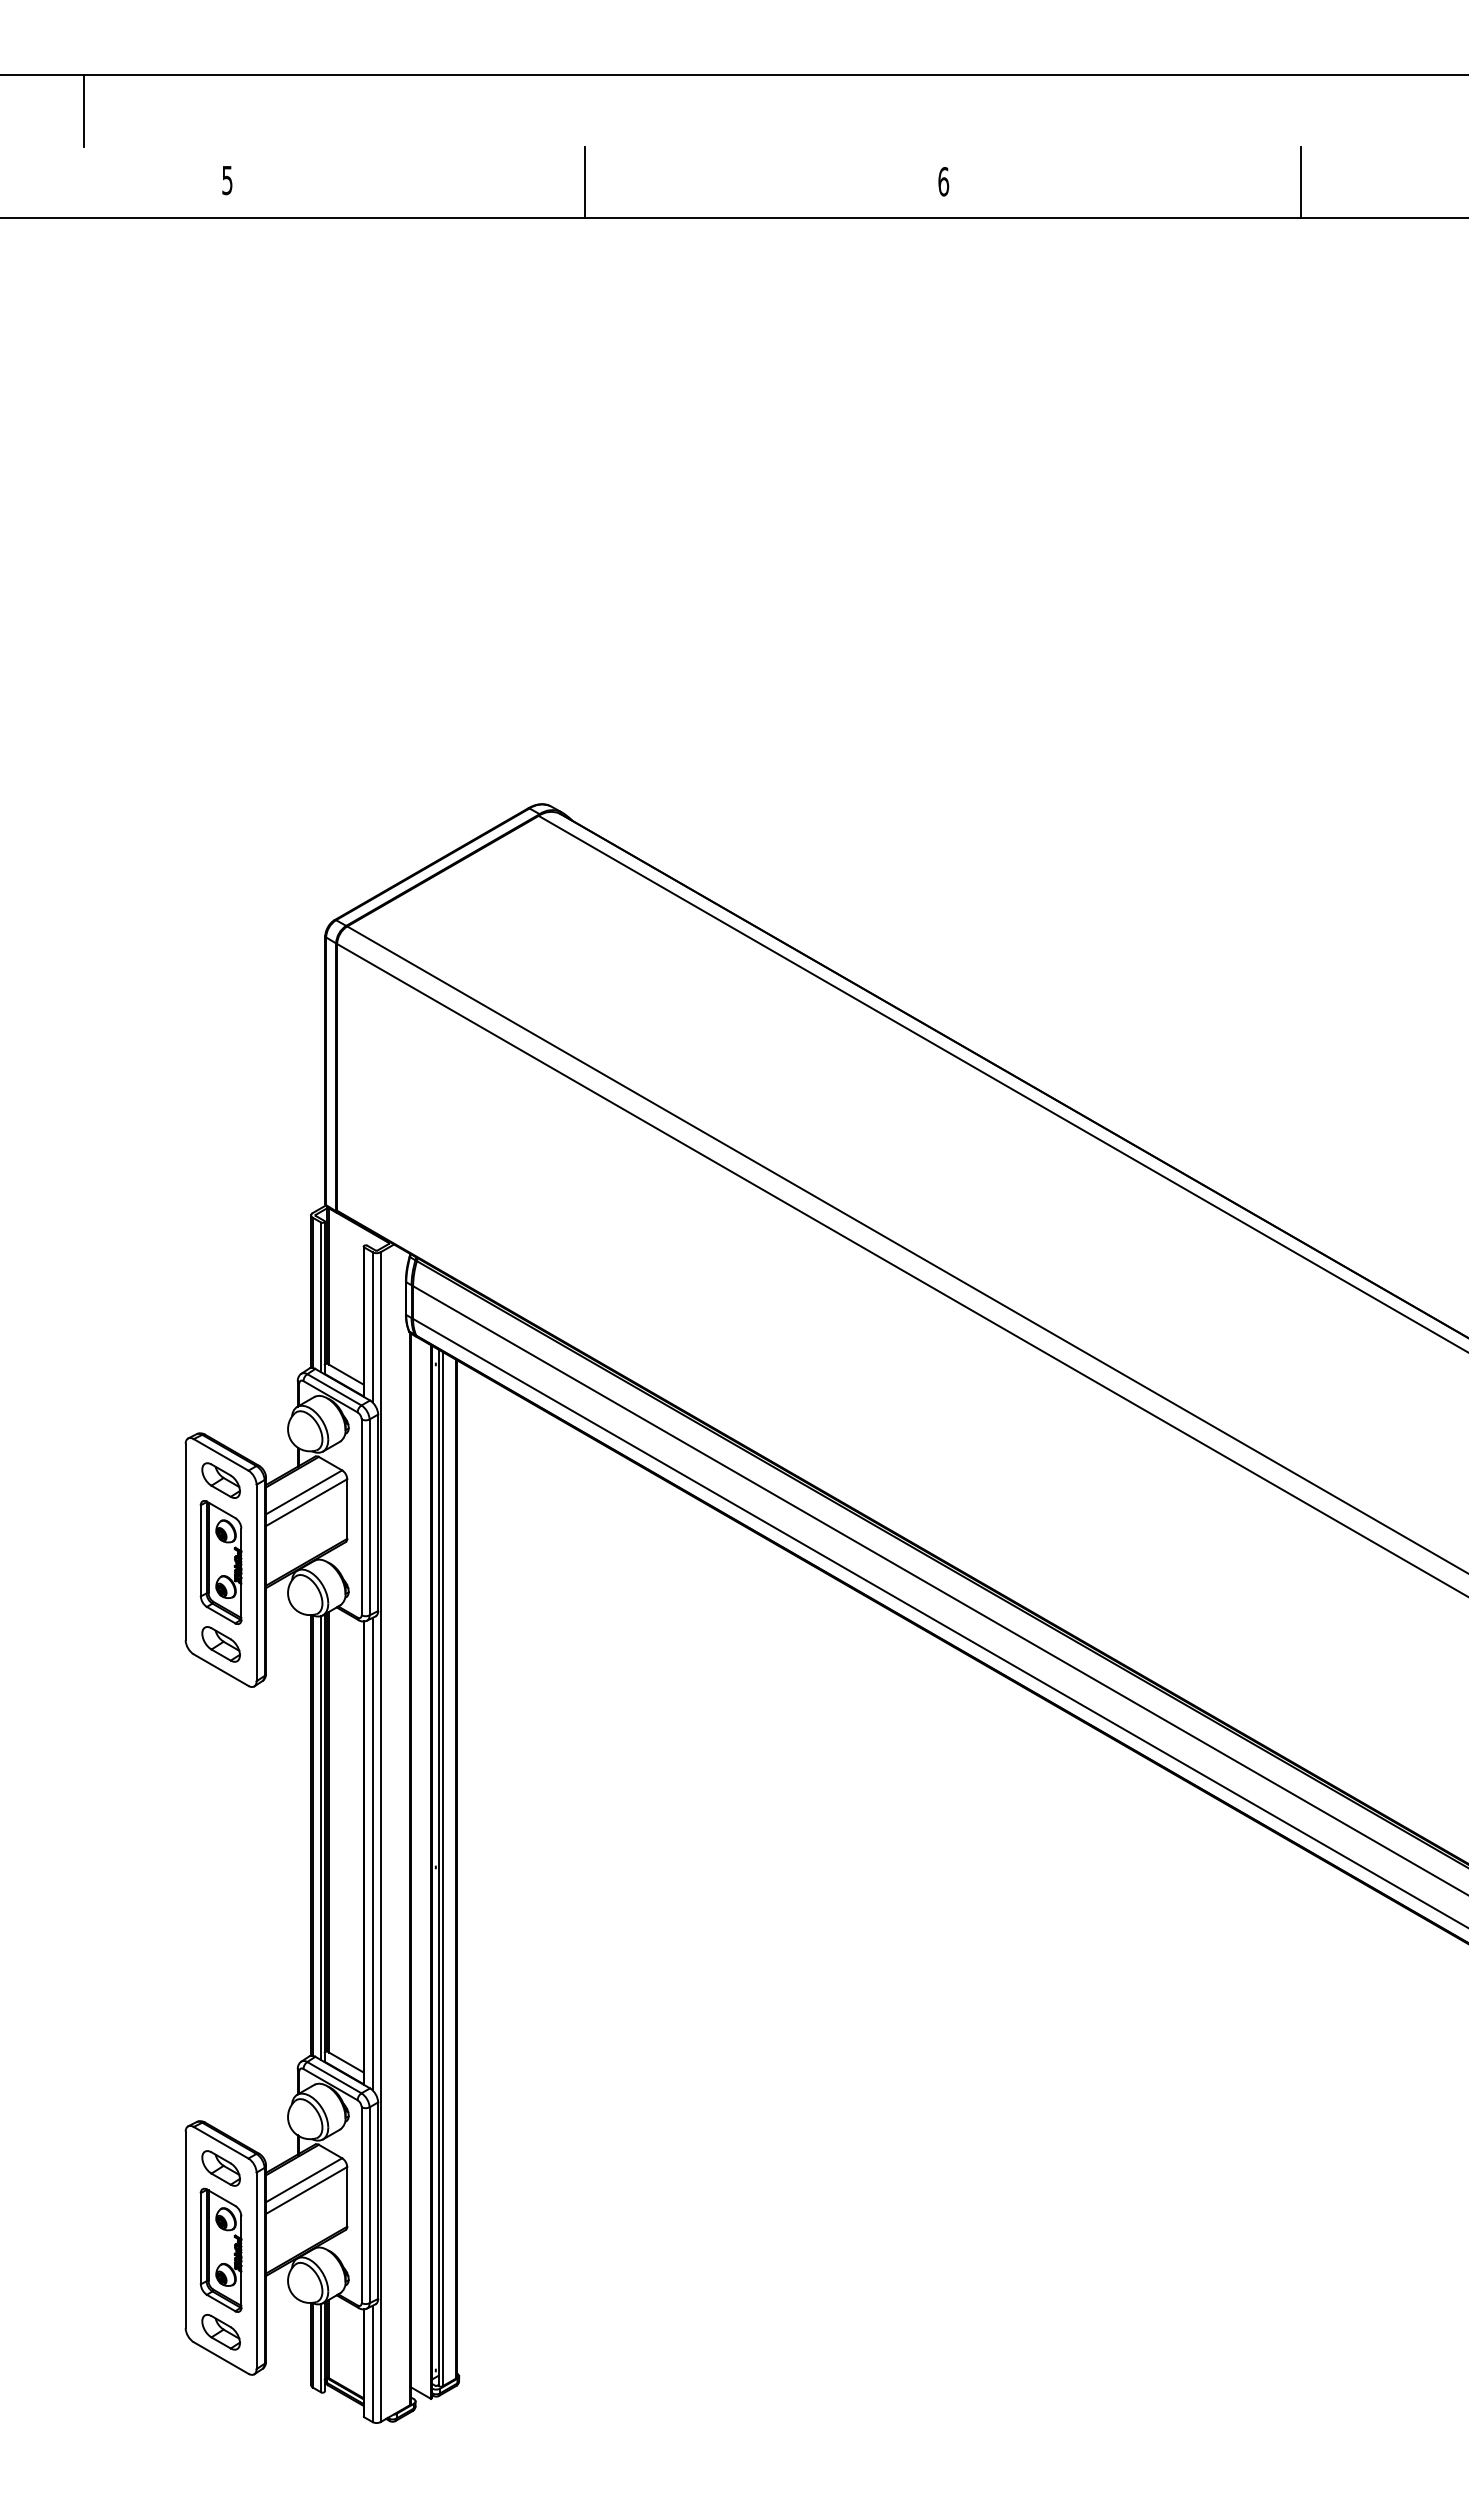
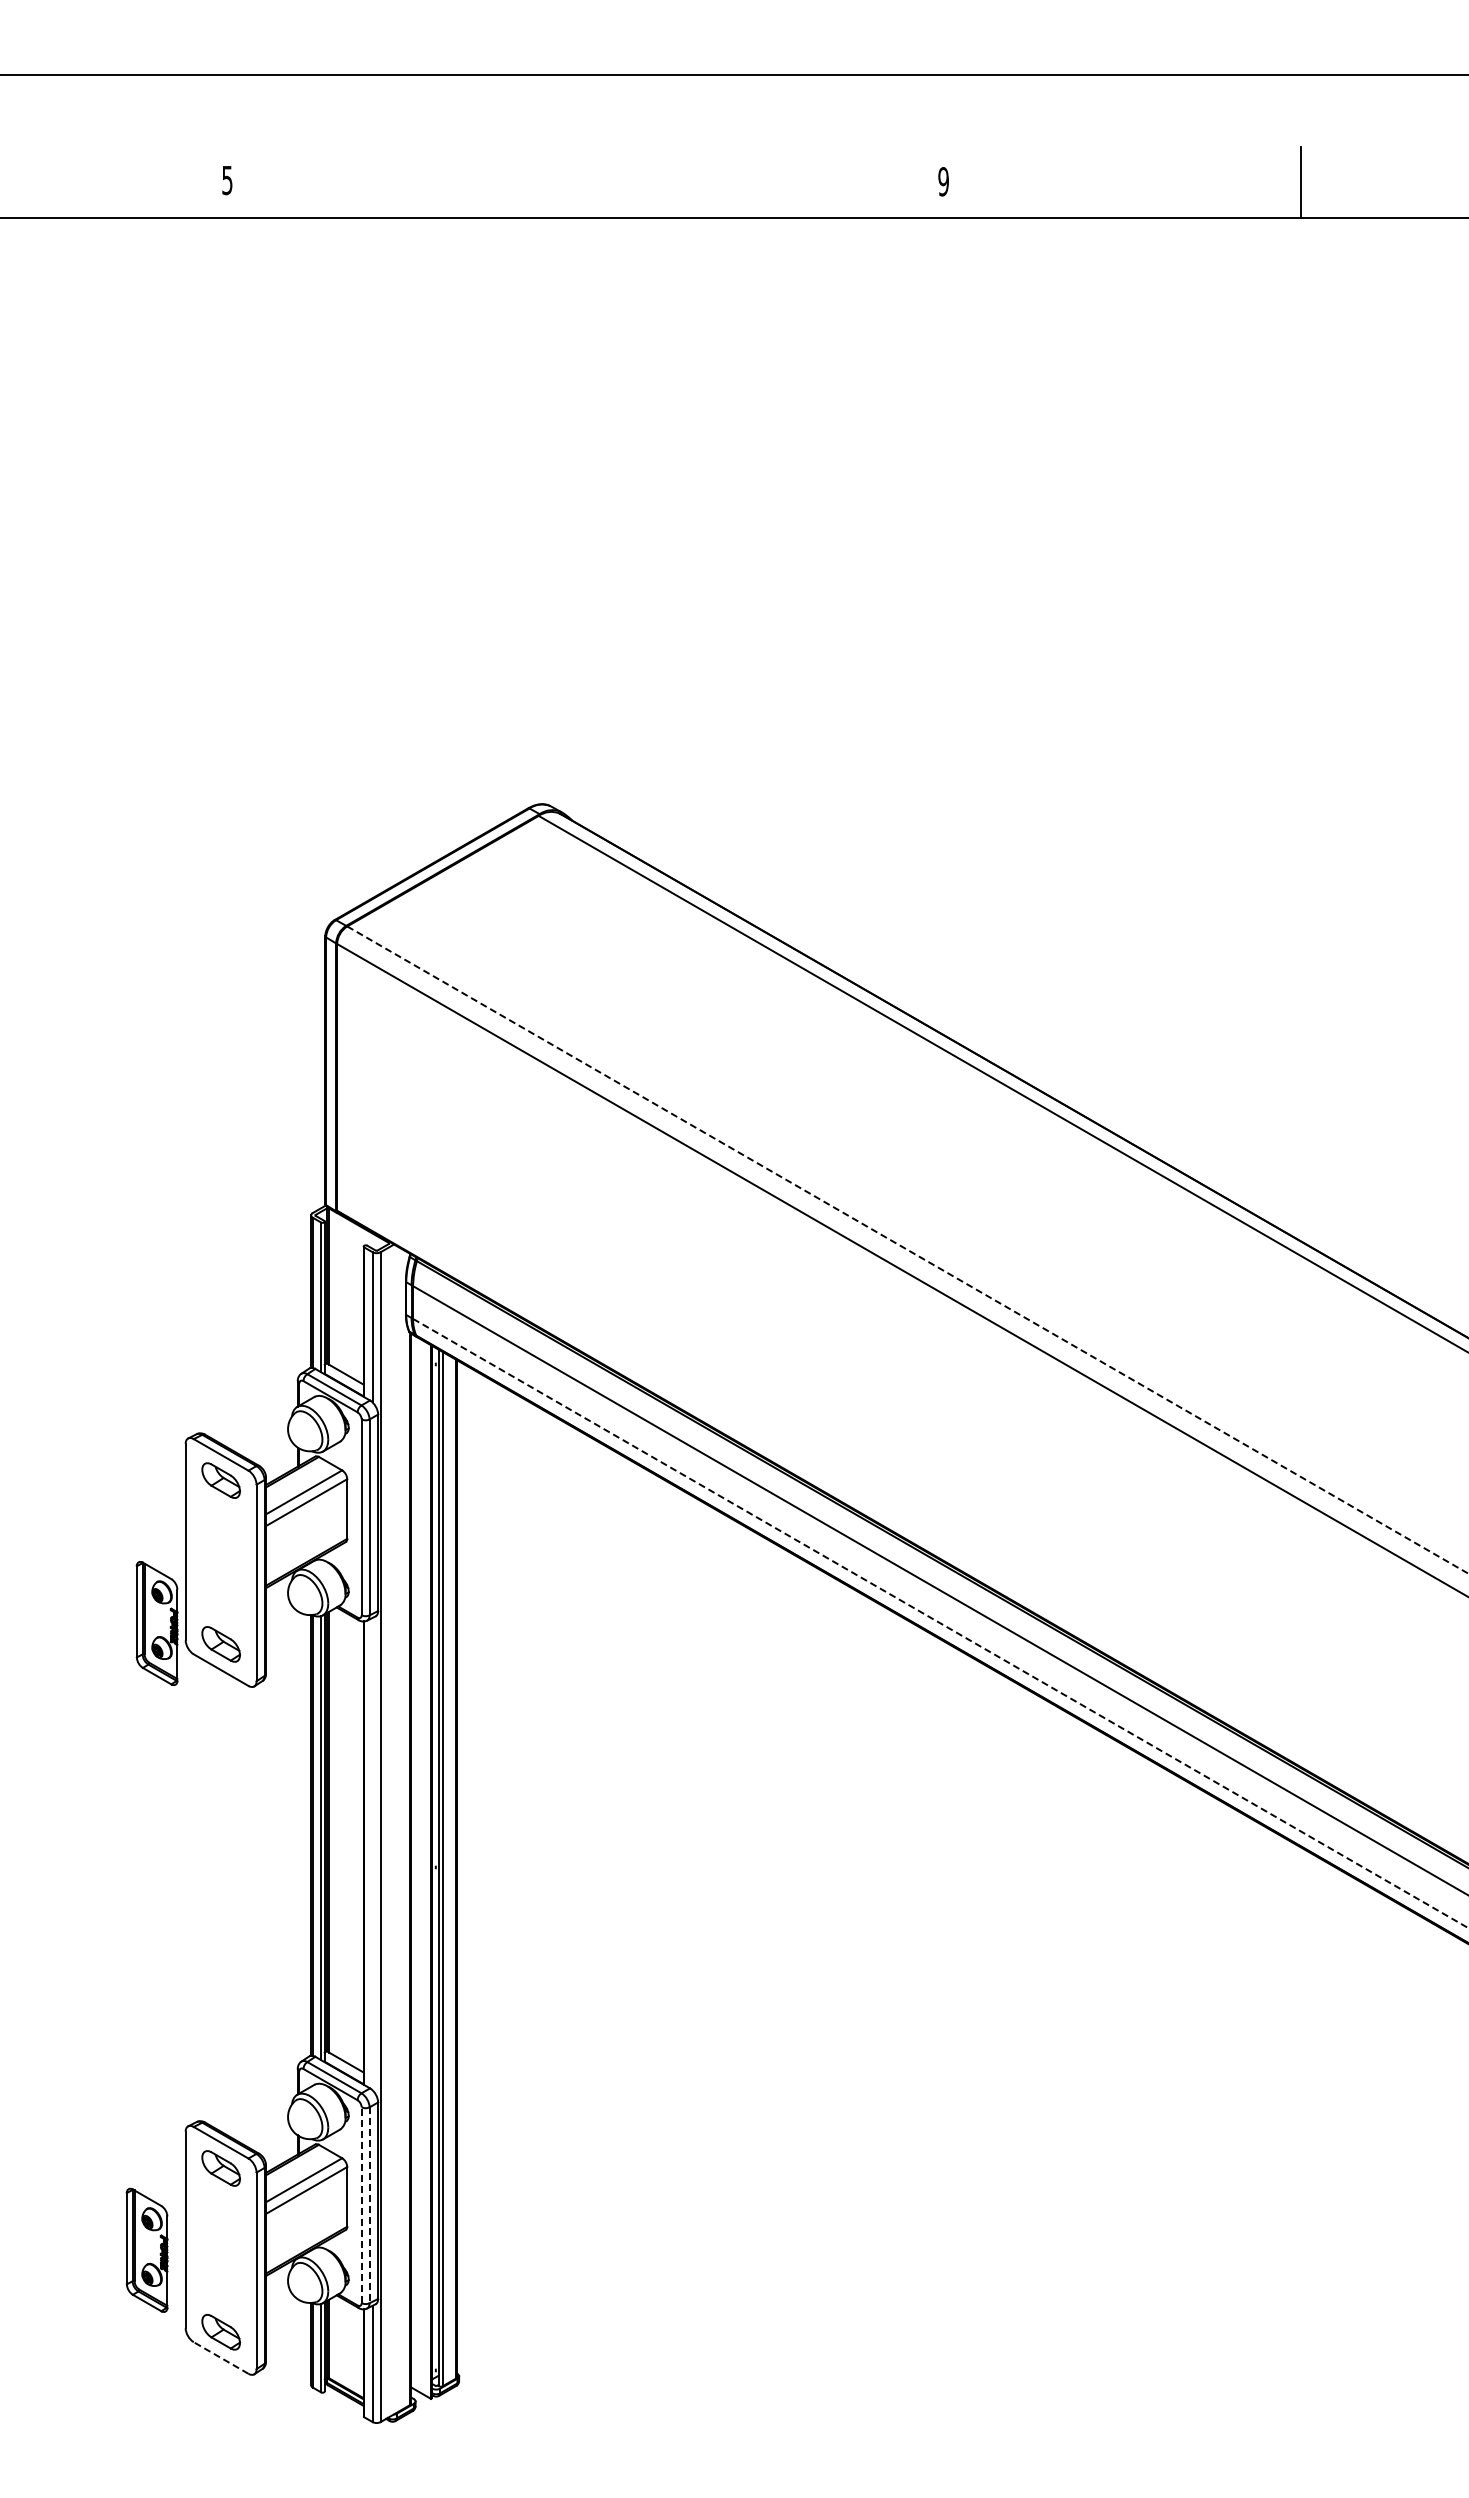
line at (83, 110): present -> none
text at (943, 181): 6 -> 9
line at (585, 182): present -> none
line at (908, 1250): solid -> dashed
part at (220, 1562) position: (220, 1562) -> (156, 1623)
line at (941, 1623): solid -> dashed
line at (372, 1853): present -> none
line at (361, 2205): solid -> dashed
line at (369, 2205): solid -> dashed
part at (220, 2249) position: (220, 2249) -> (146, 2249)
line at (221, 2358): solid -> dashed
